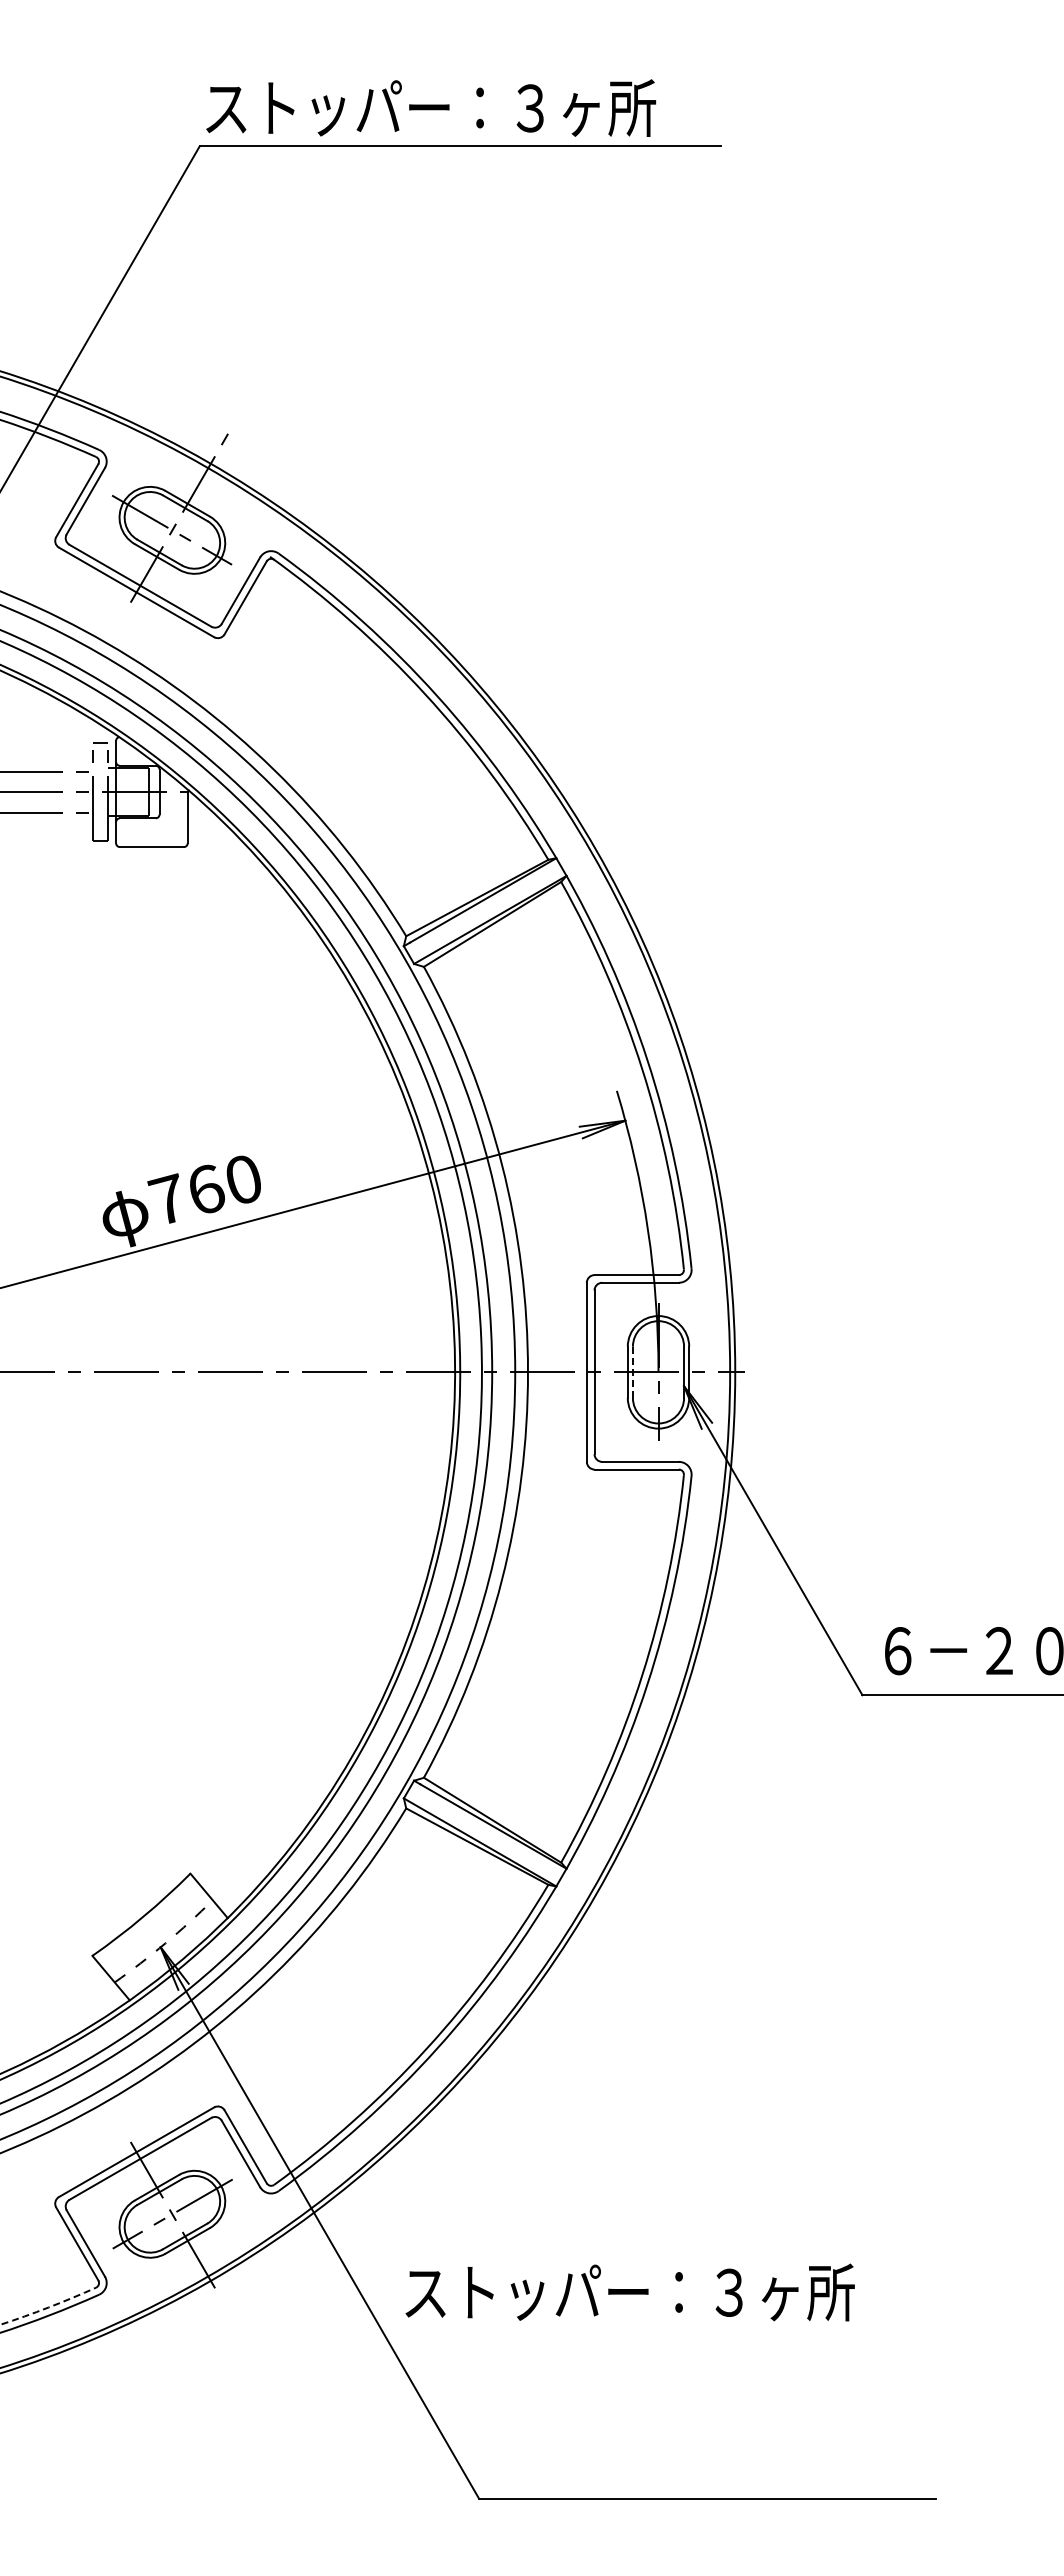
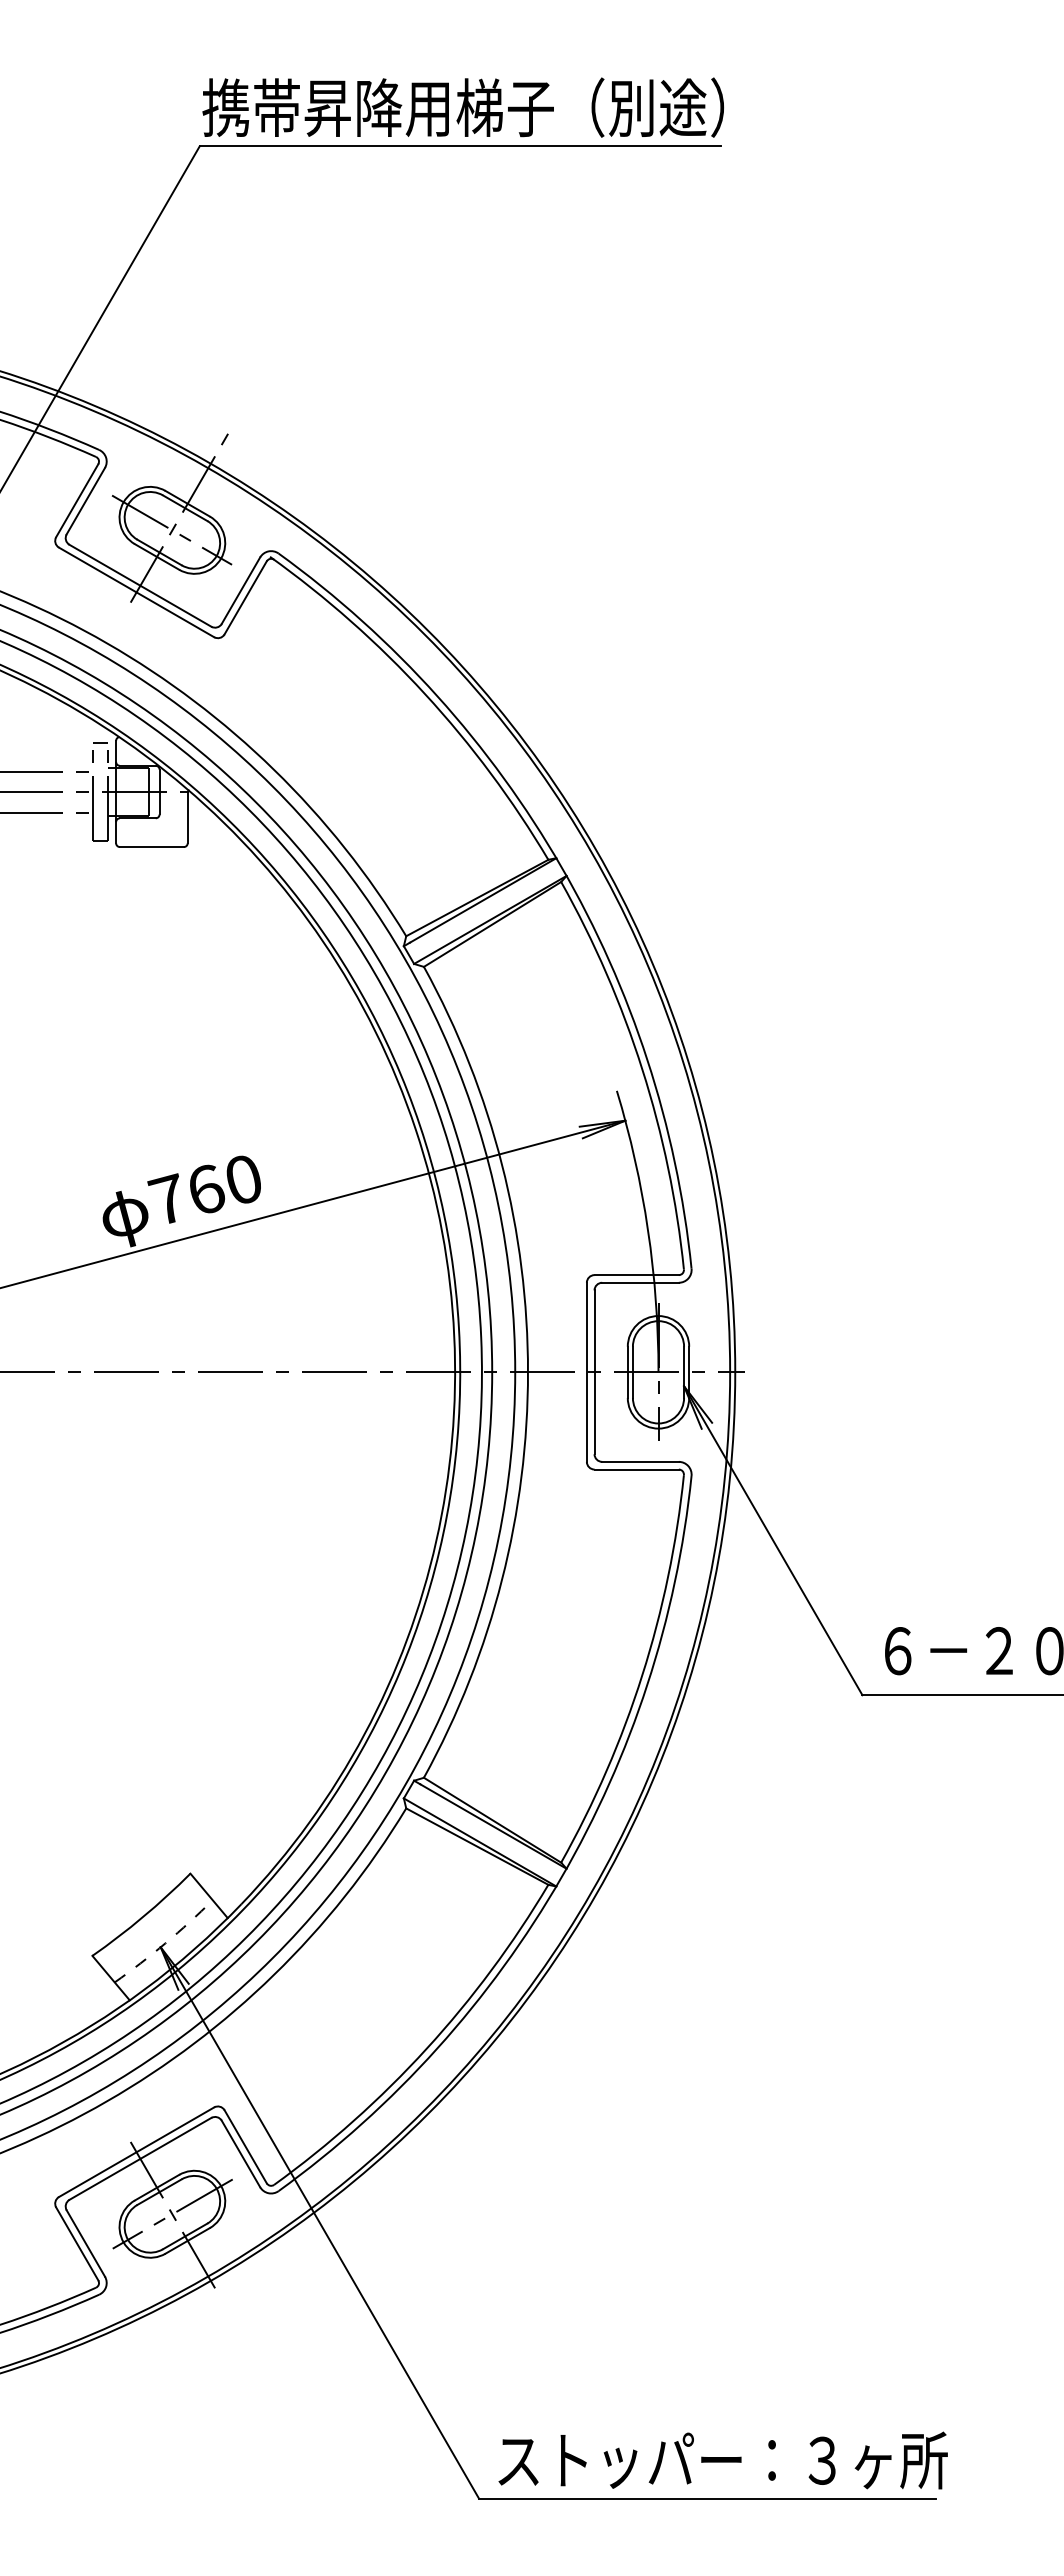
text at (463, 107): ストッパー：３ヶ所 -> 携帯昇降用梯子（別途）
line at (632, 1372): dashed -> solid
text at (629, 2292) position: (629, 2292) -> (722, 2460)
arc at (48, 2307): dashed -> solid
